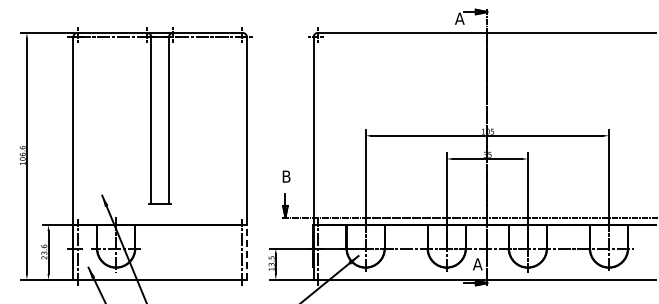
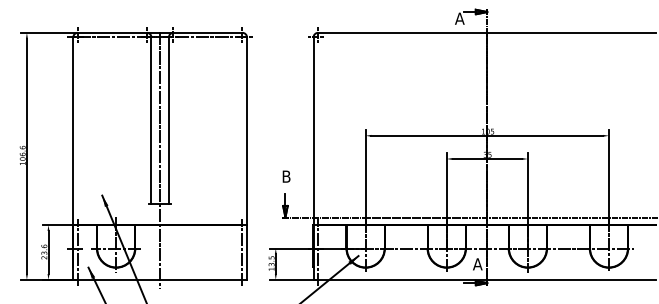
line at (160, 159): none -> present
line at (247, 252): dashed -> solid
